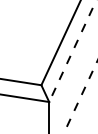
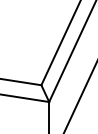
line at (72, 51): dashed -> solid
line at (80, 96): dashed -> solid
